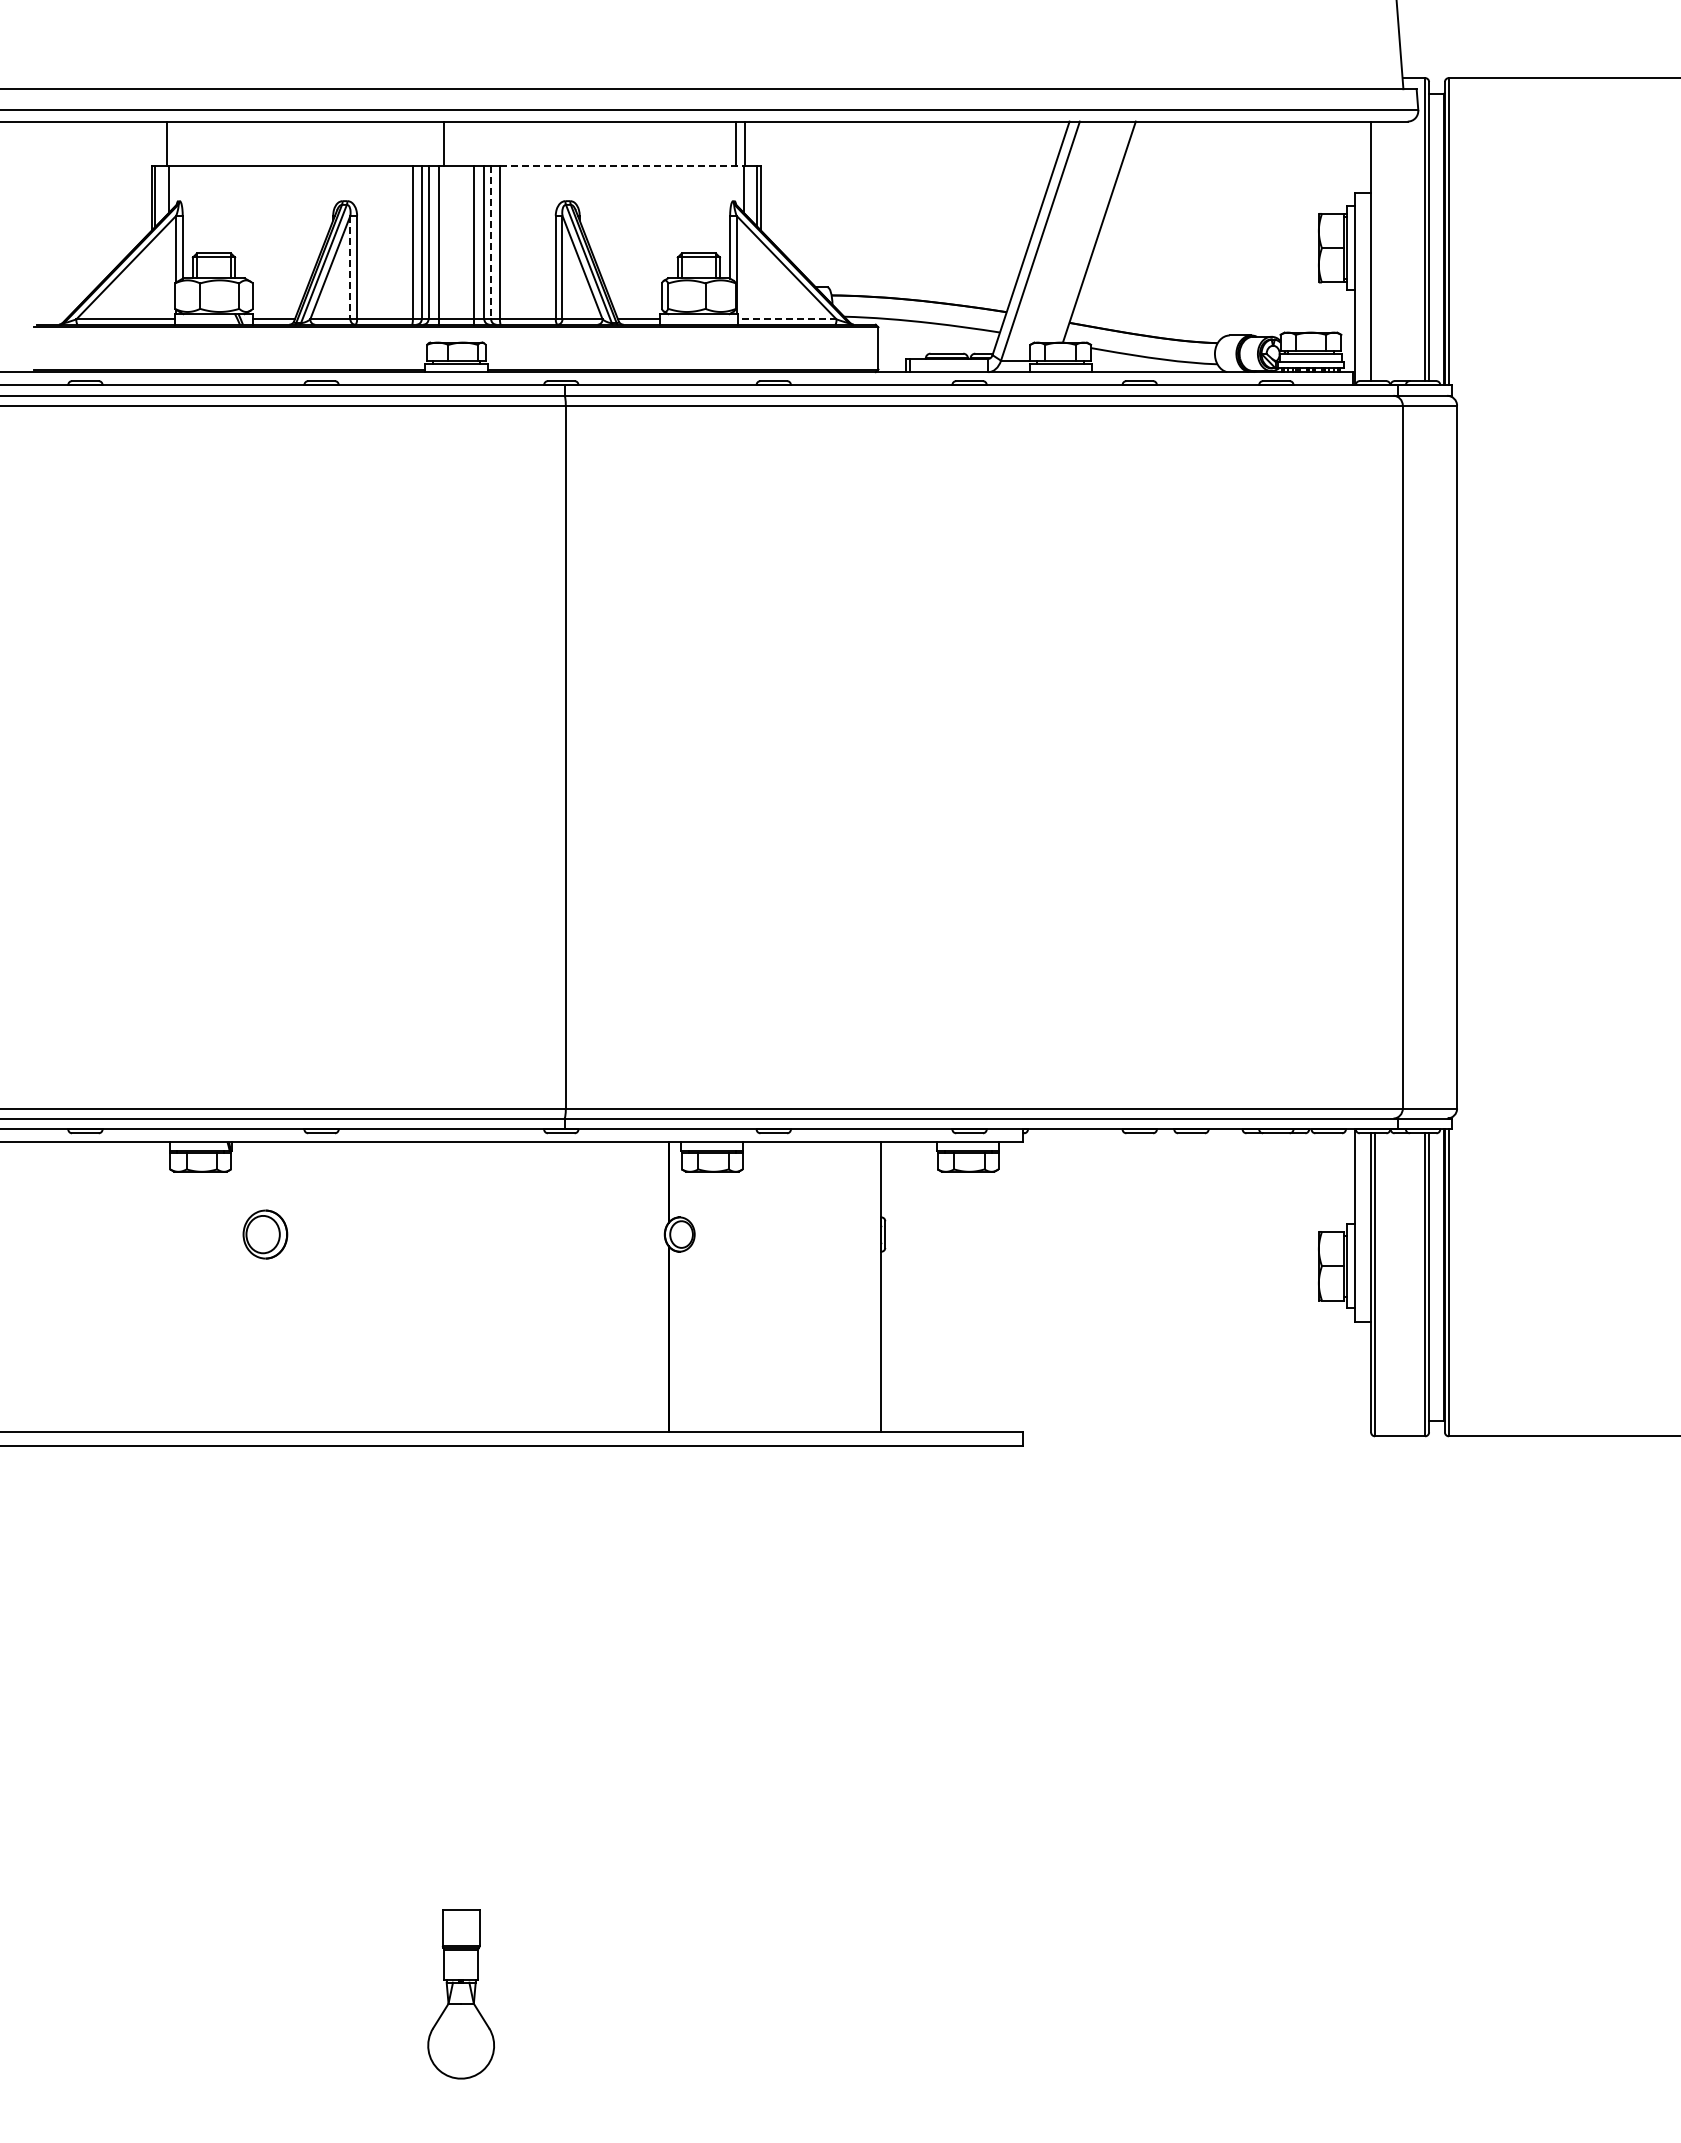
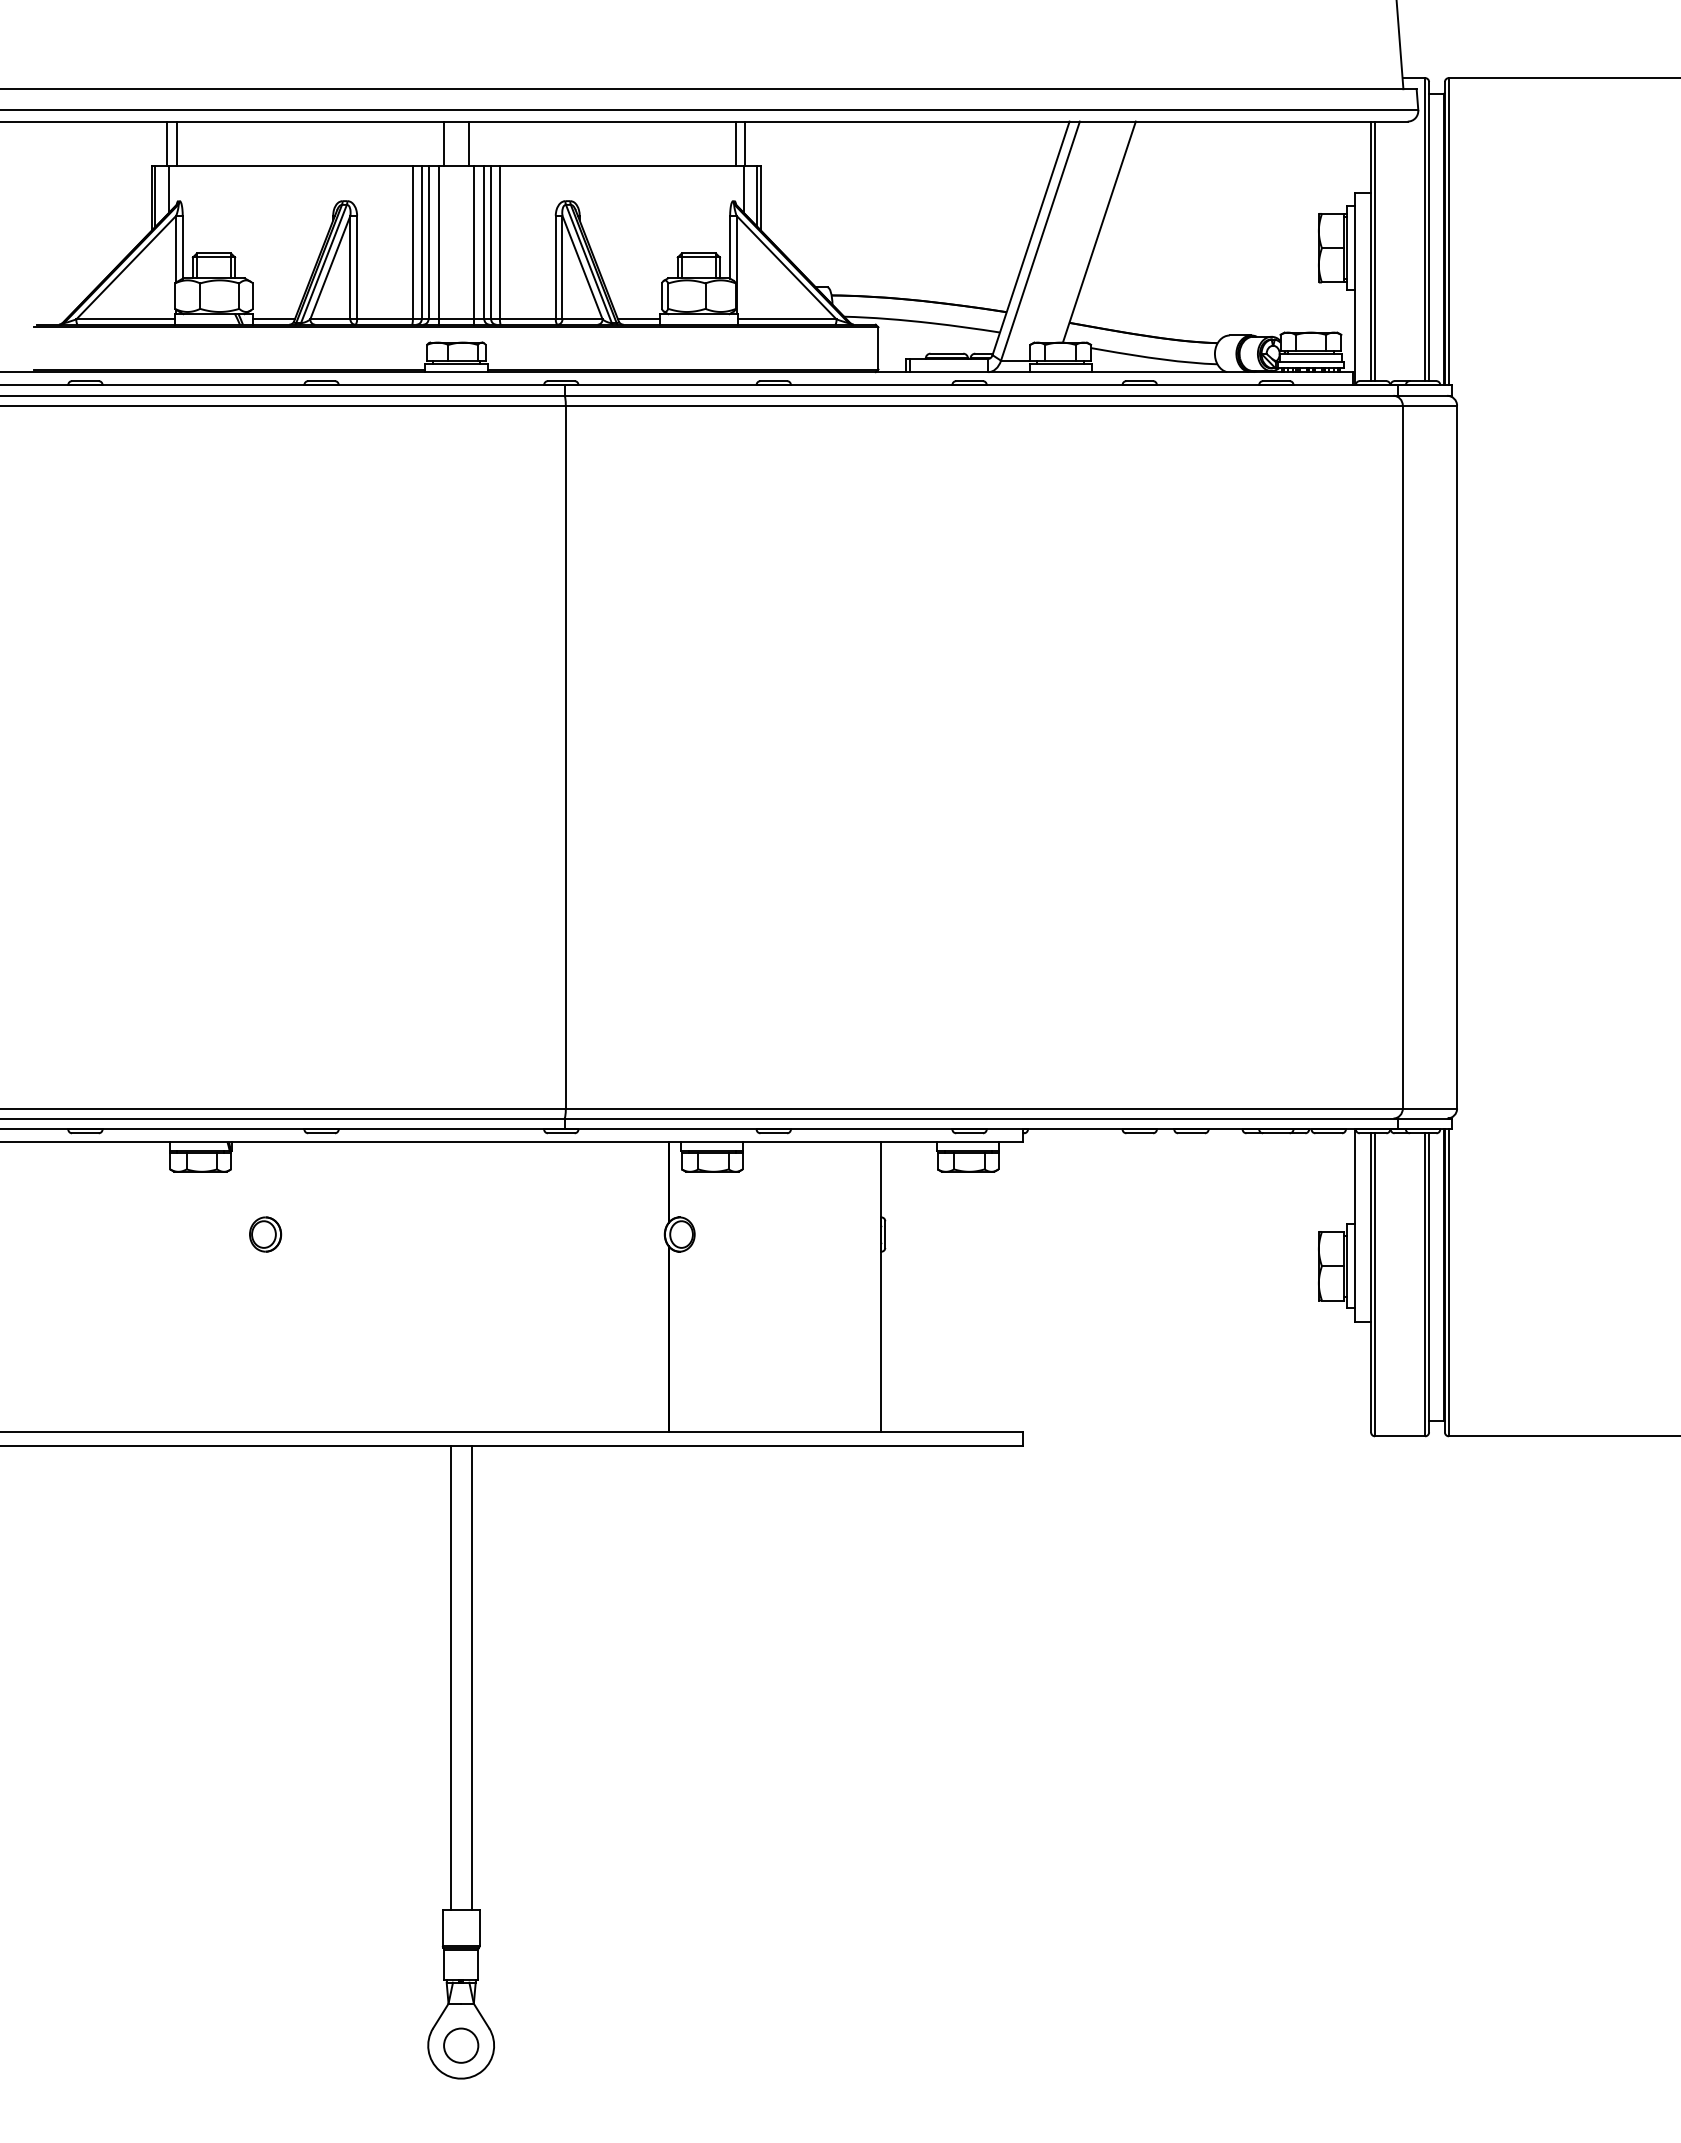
line at (176, 143): none -> present
line at (469, 143): none -> present
line at (621, 166): dashed -> solid
line at (491, 243): dashed -> solid
line at (1375, 251): none -> present
line at (350, 267): dashed -> solid
line at (786, 319): dashed -> solid
part at (265, 1234) size: 47x51 px -> 34x37 px
line at (450, 1677): none -> present
line at (471, 1677): none -> present
circle at (461, 2045): none -> present
